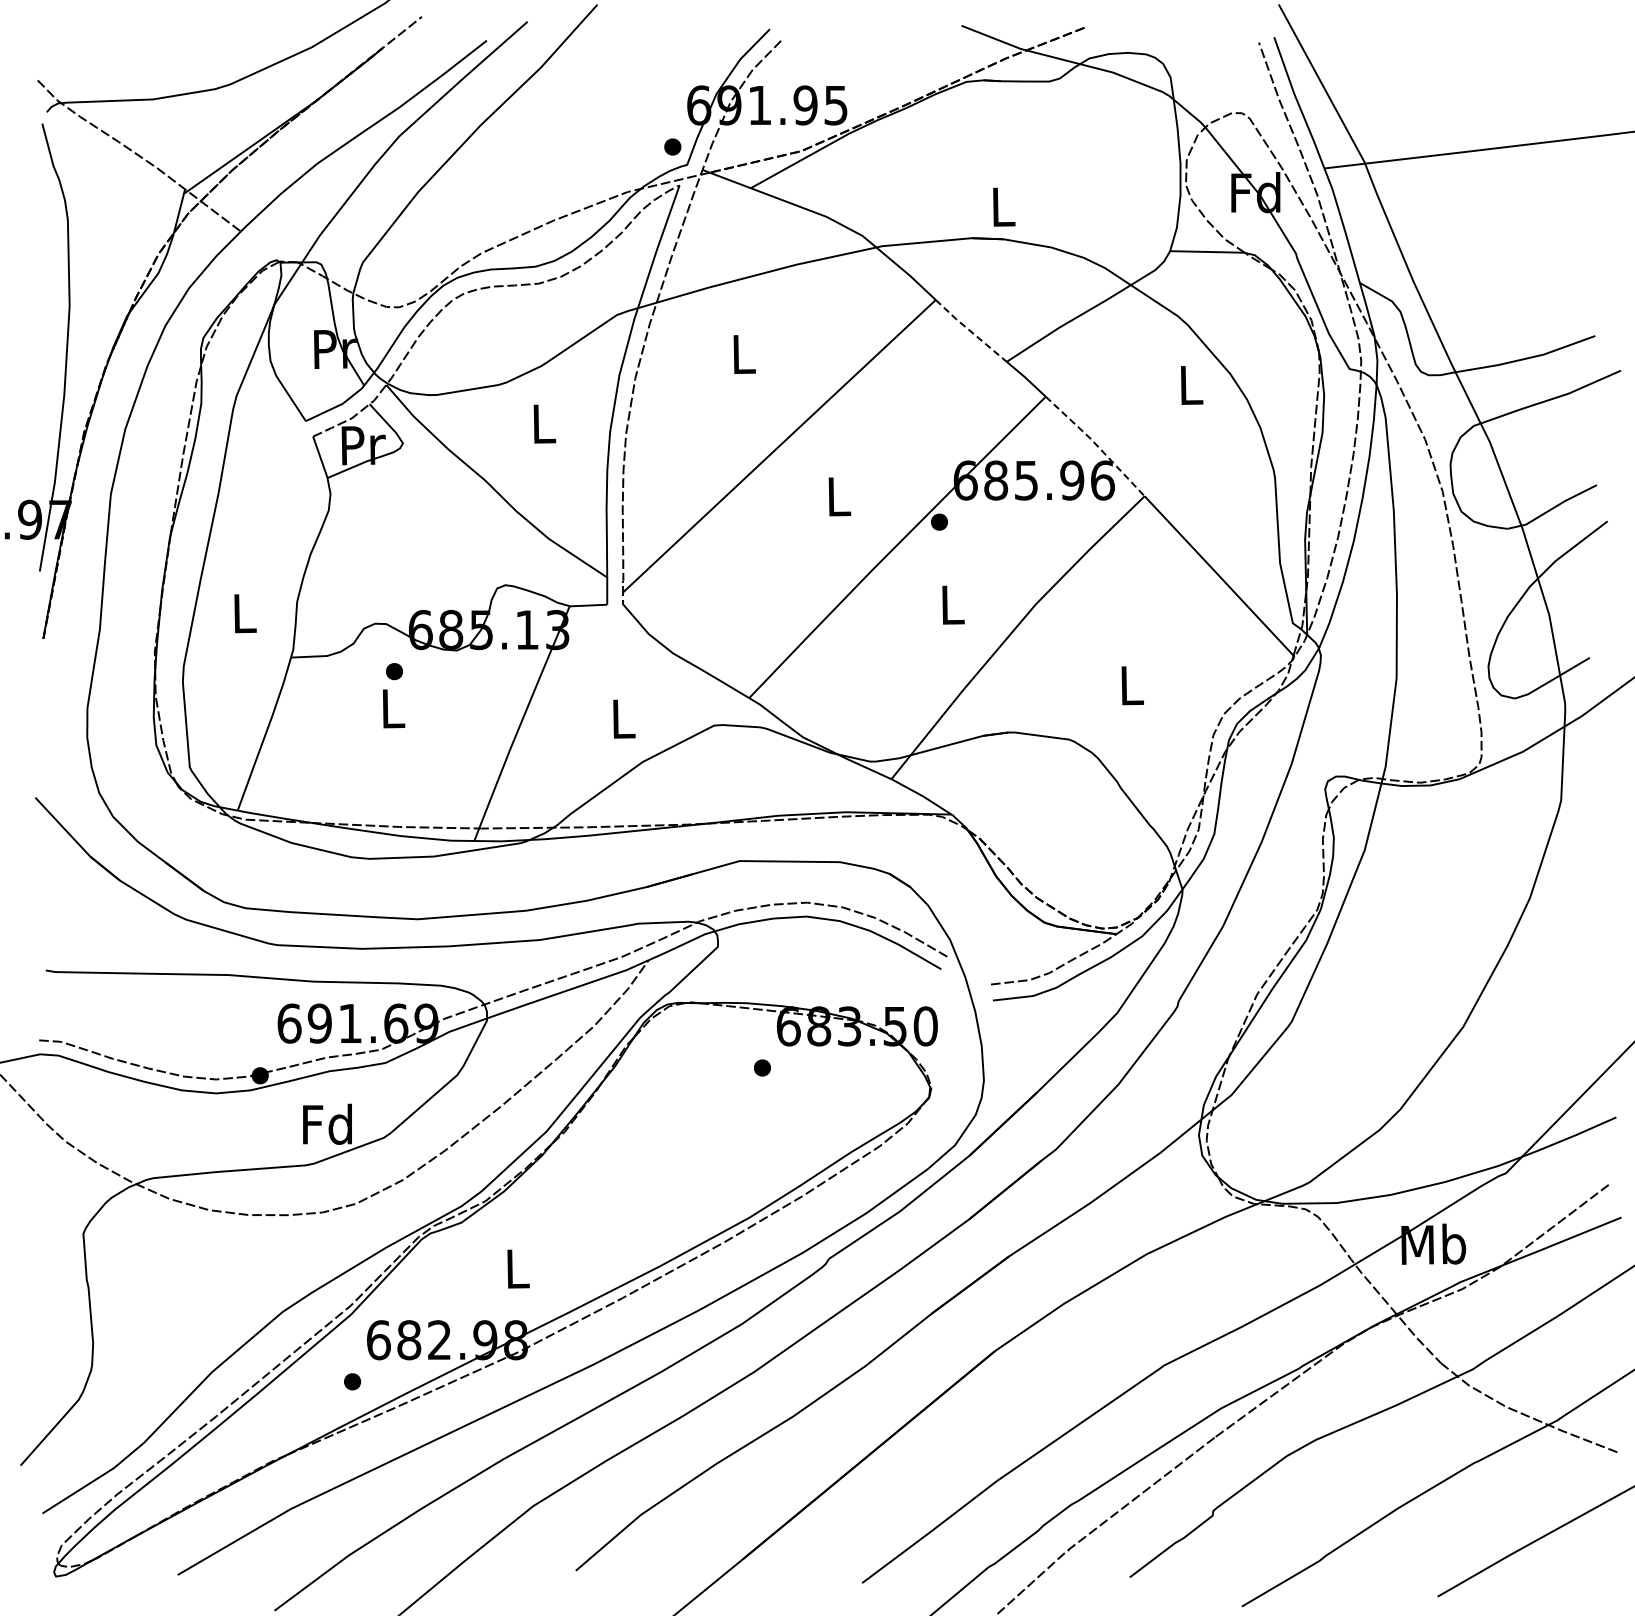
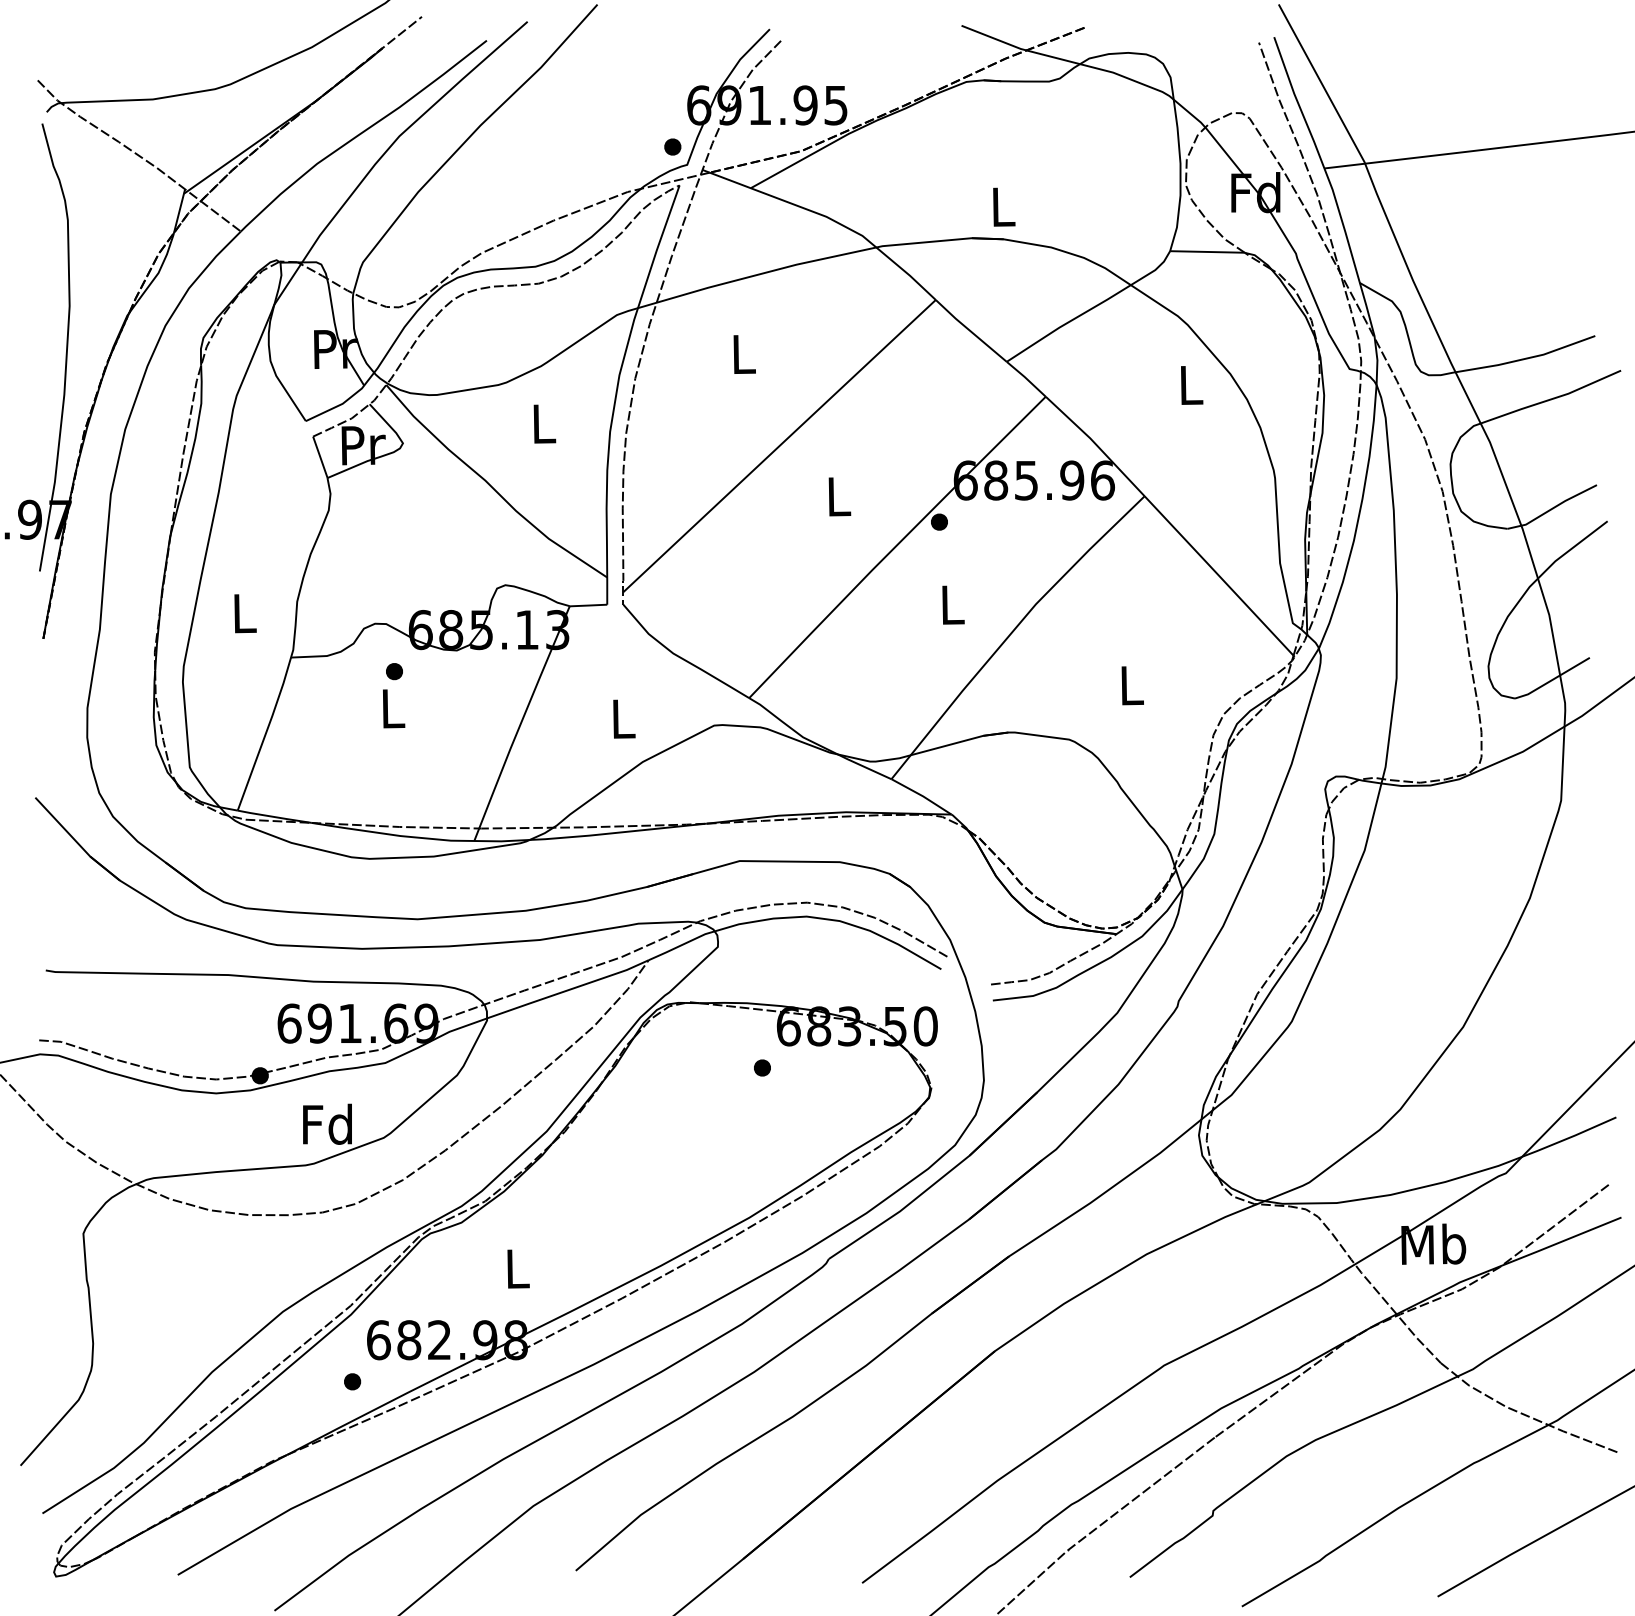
line at (970, 330): dashed -> solid
line at (1096, 444): dashed -> solid
